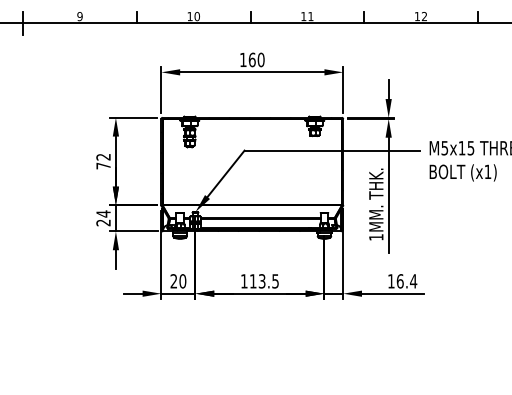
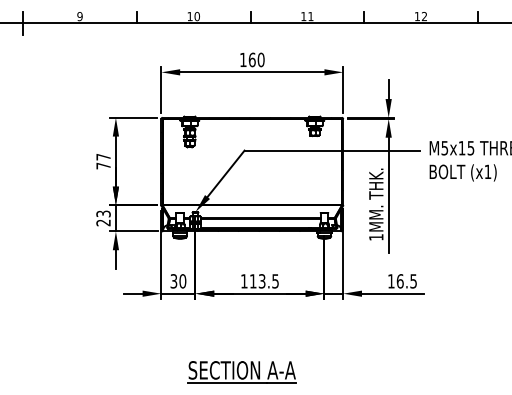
text at (103, 157): 72 -> 77
text at (103, 213): 24 -> 23
text at (173, 281): 20 -> 30
text at (413, 281): 16.4 -> 16.5
part at (241, 372): none -> present
